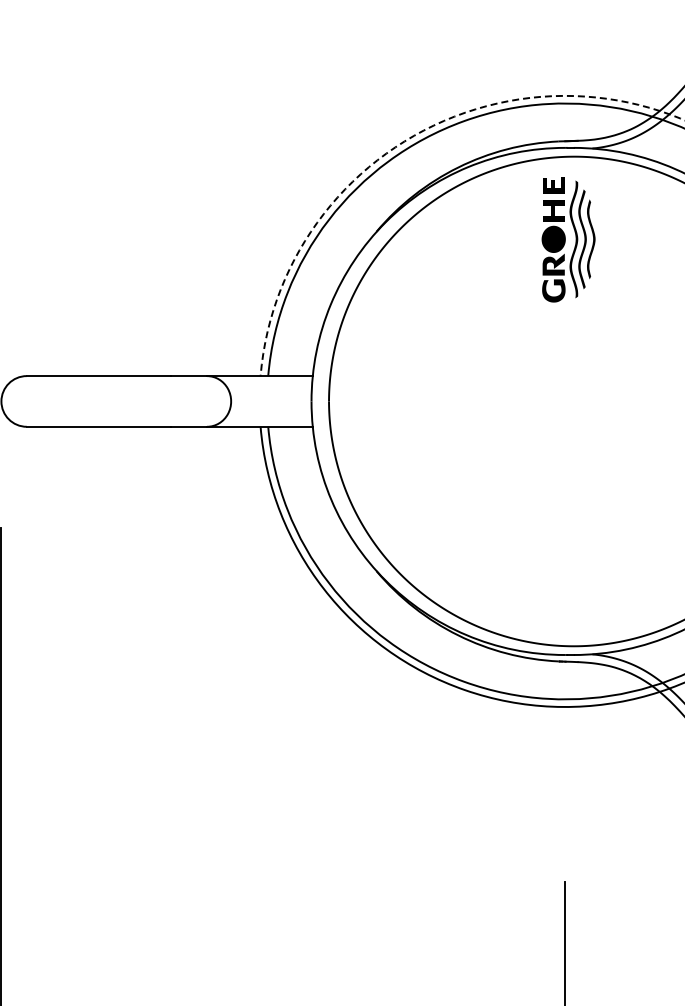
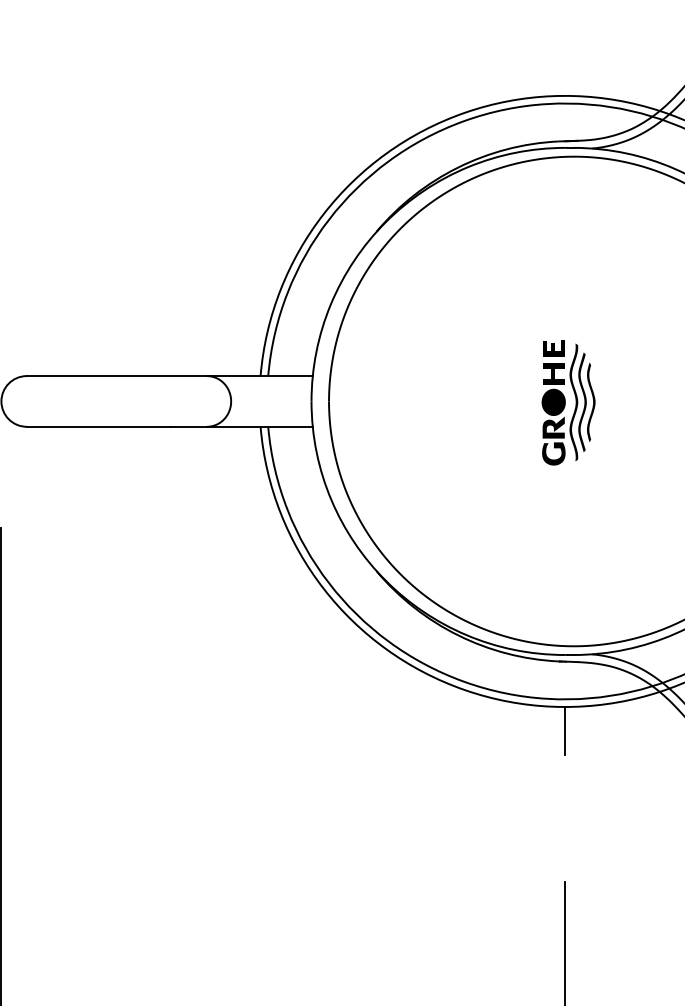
arc at (407, 139): dashed -> solid
part at (568, 239) position: (568, 239) -> (568, 402)
line at (565, 730): none -> present
